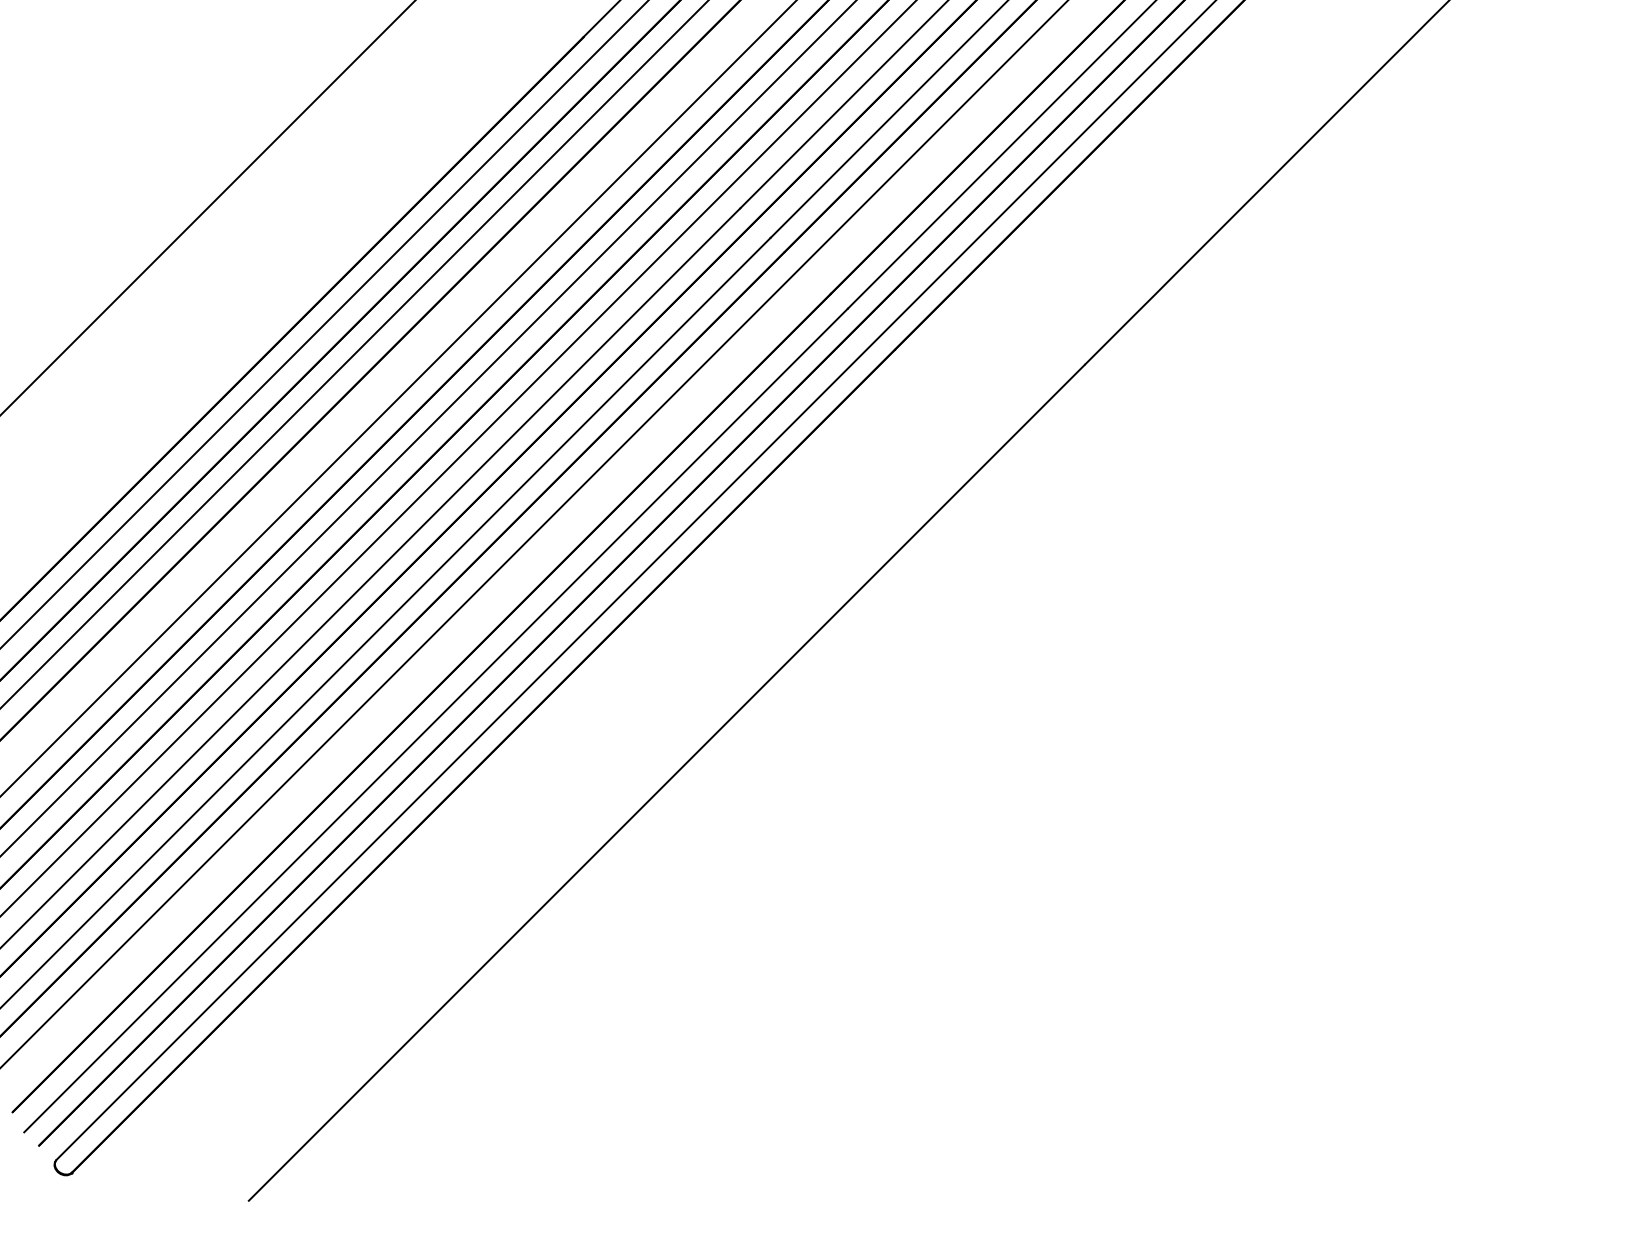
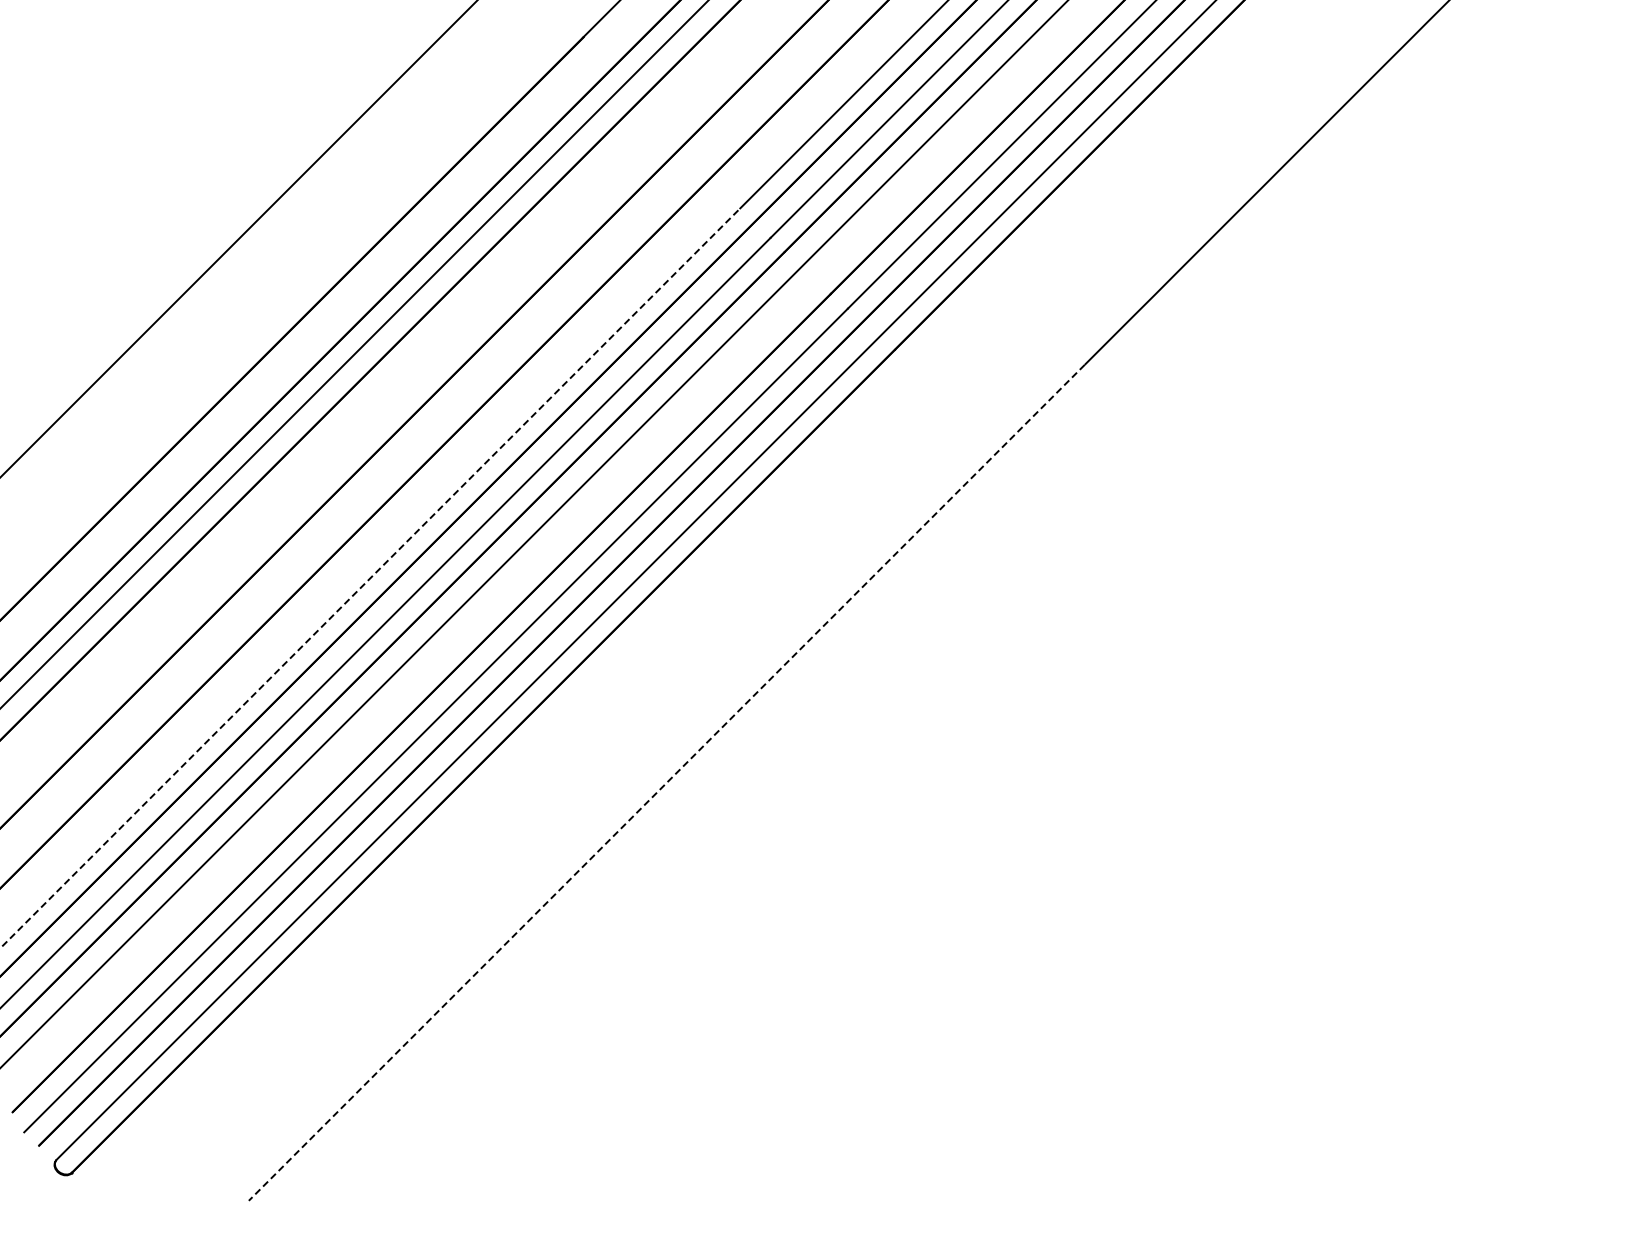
line at (207, 207) position: (207, 207) -> (238, 238)
line at (324, 324): present -> none
line at (398, 398): present -> none
line at (428, 428): present -> none
line at (458, 458): present -> none
line at (370, 578): solid -> dashed
line at (666, 783): solid -> dashed
